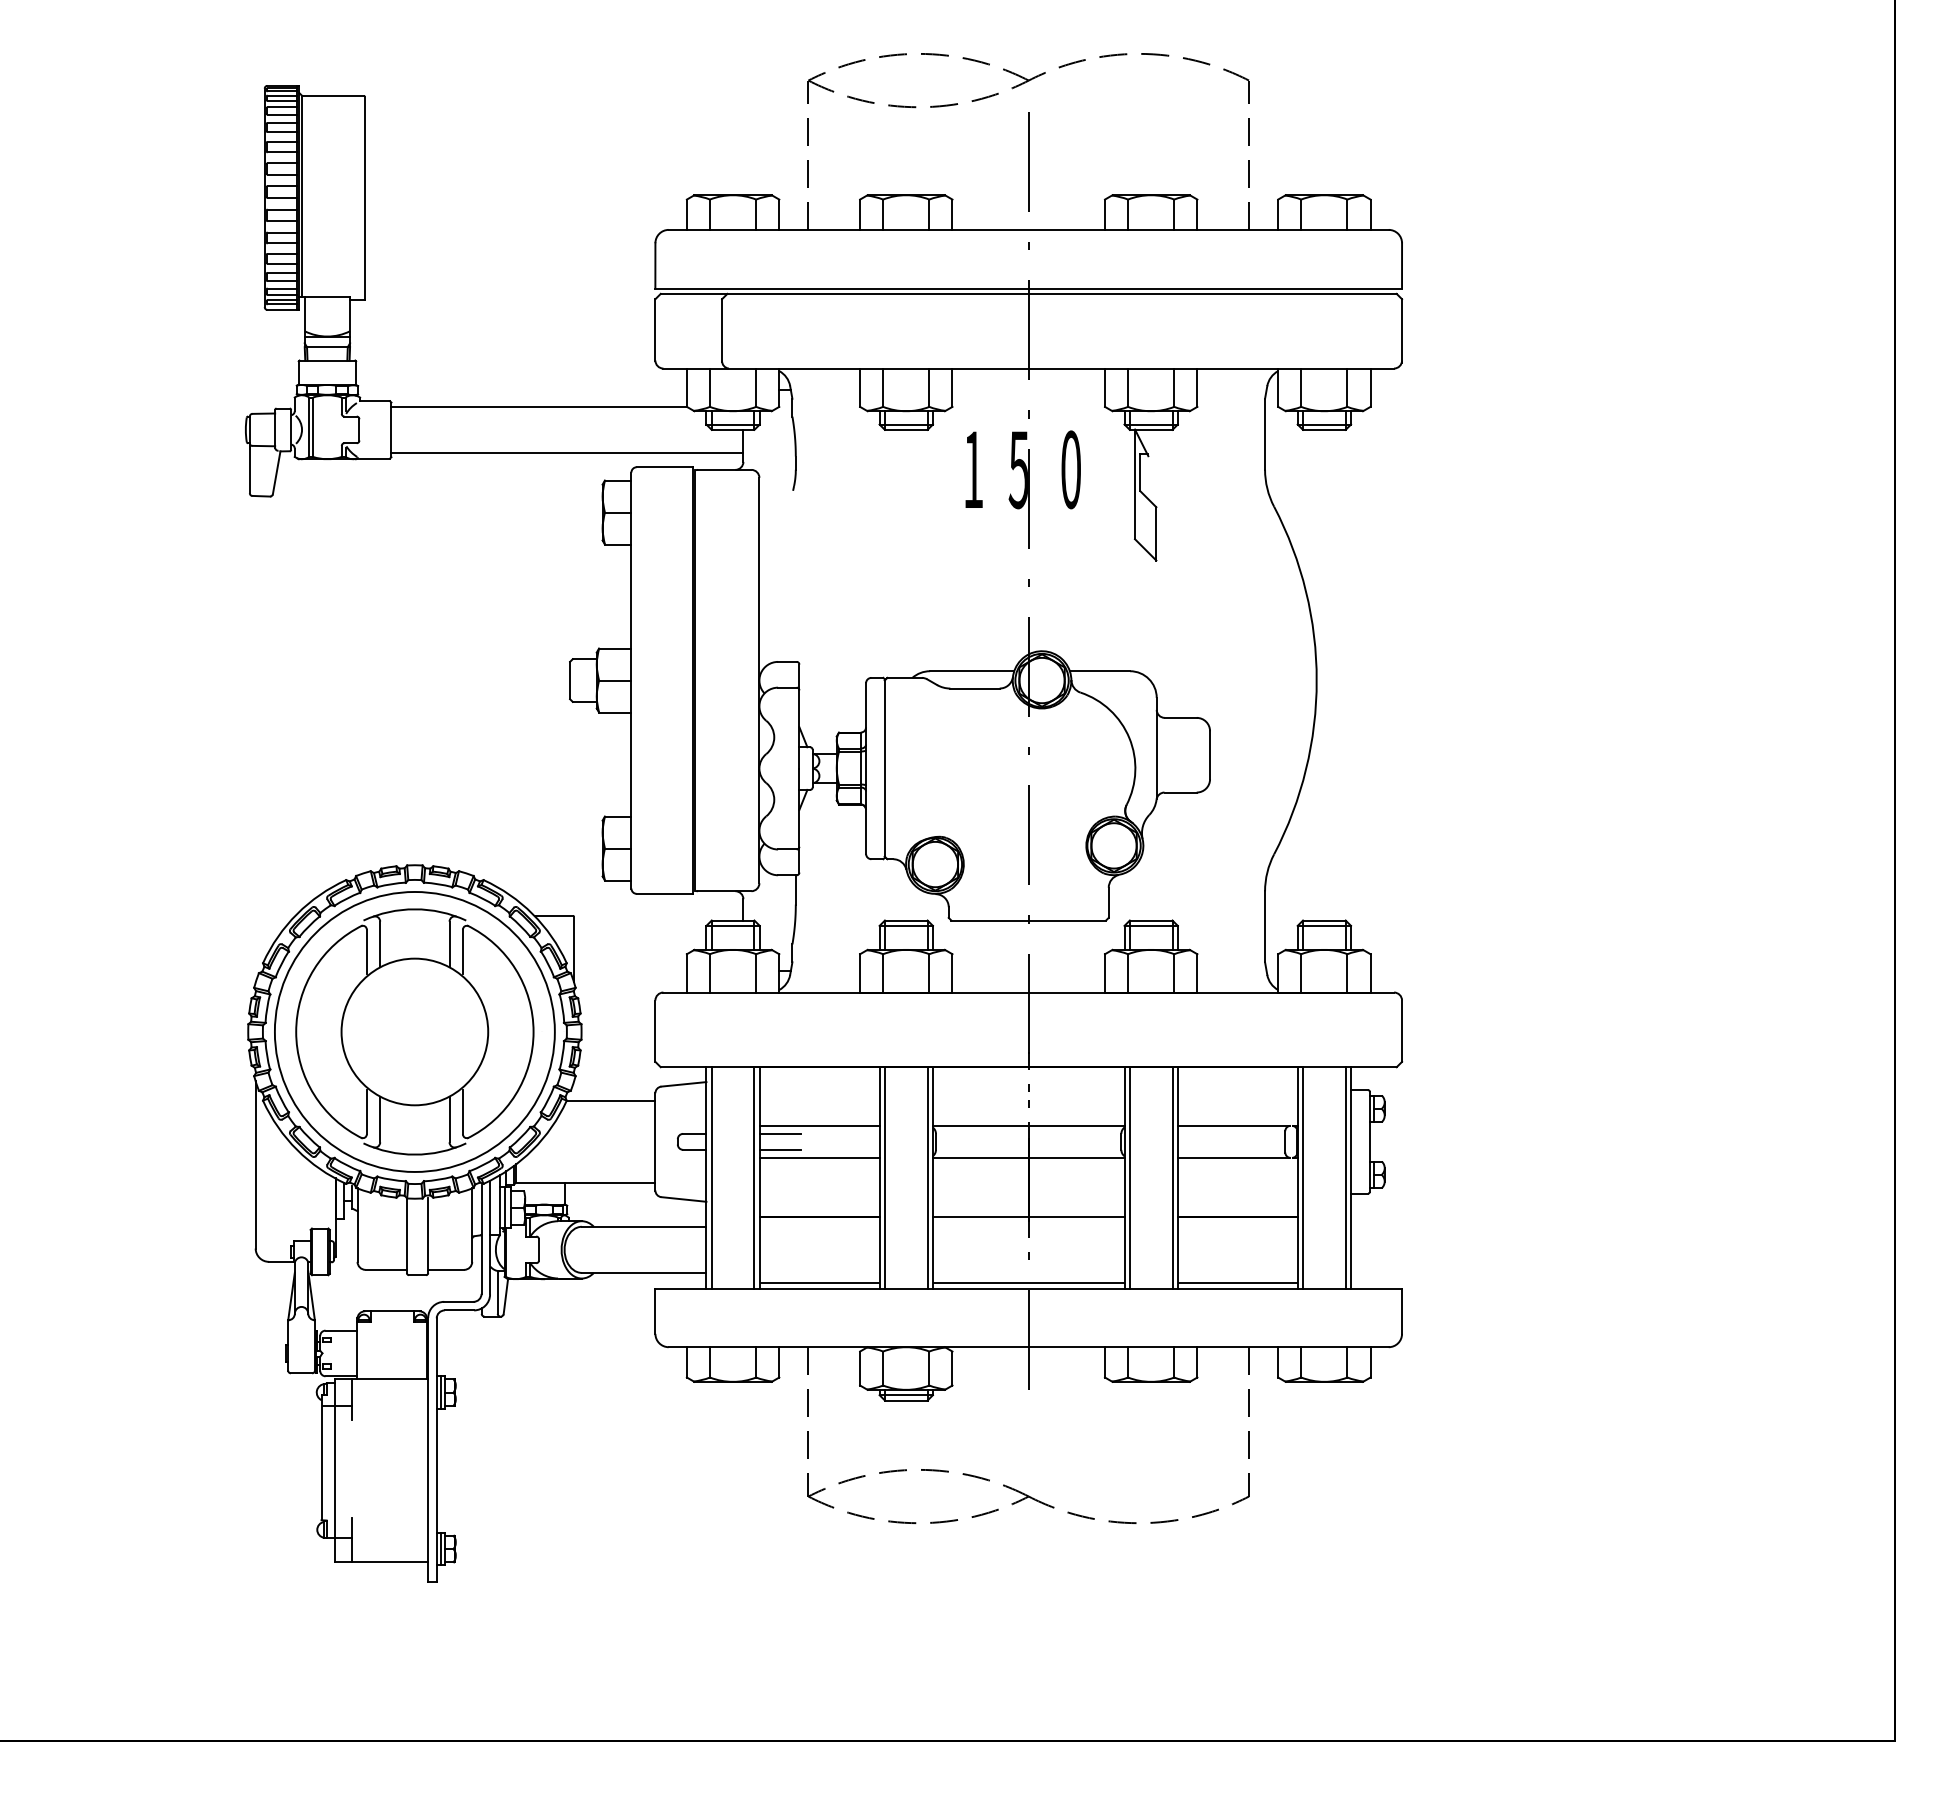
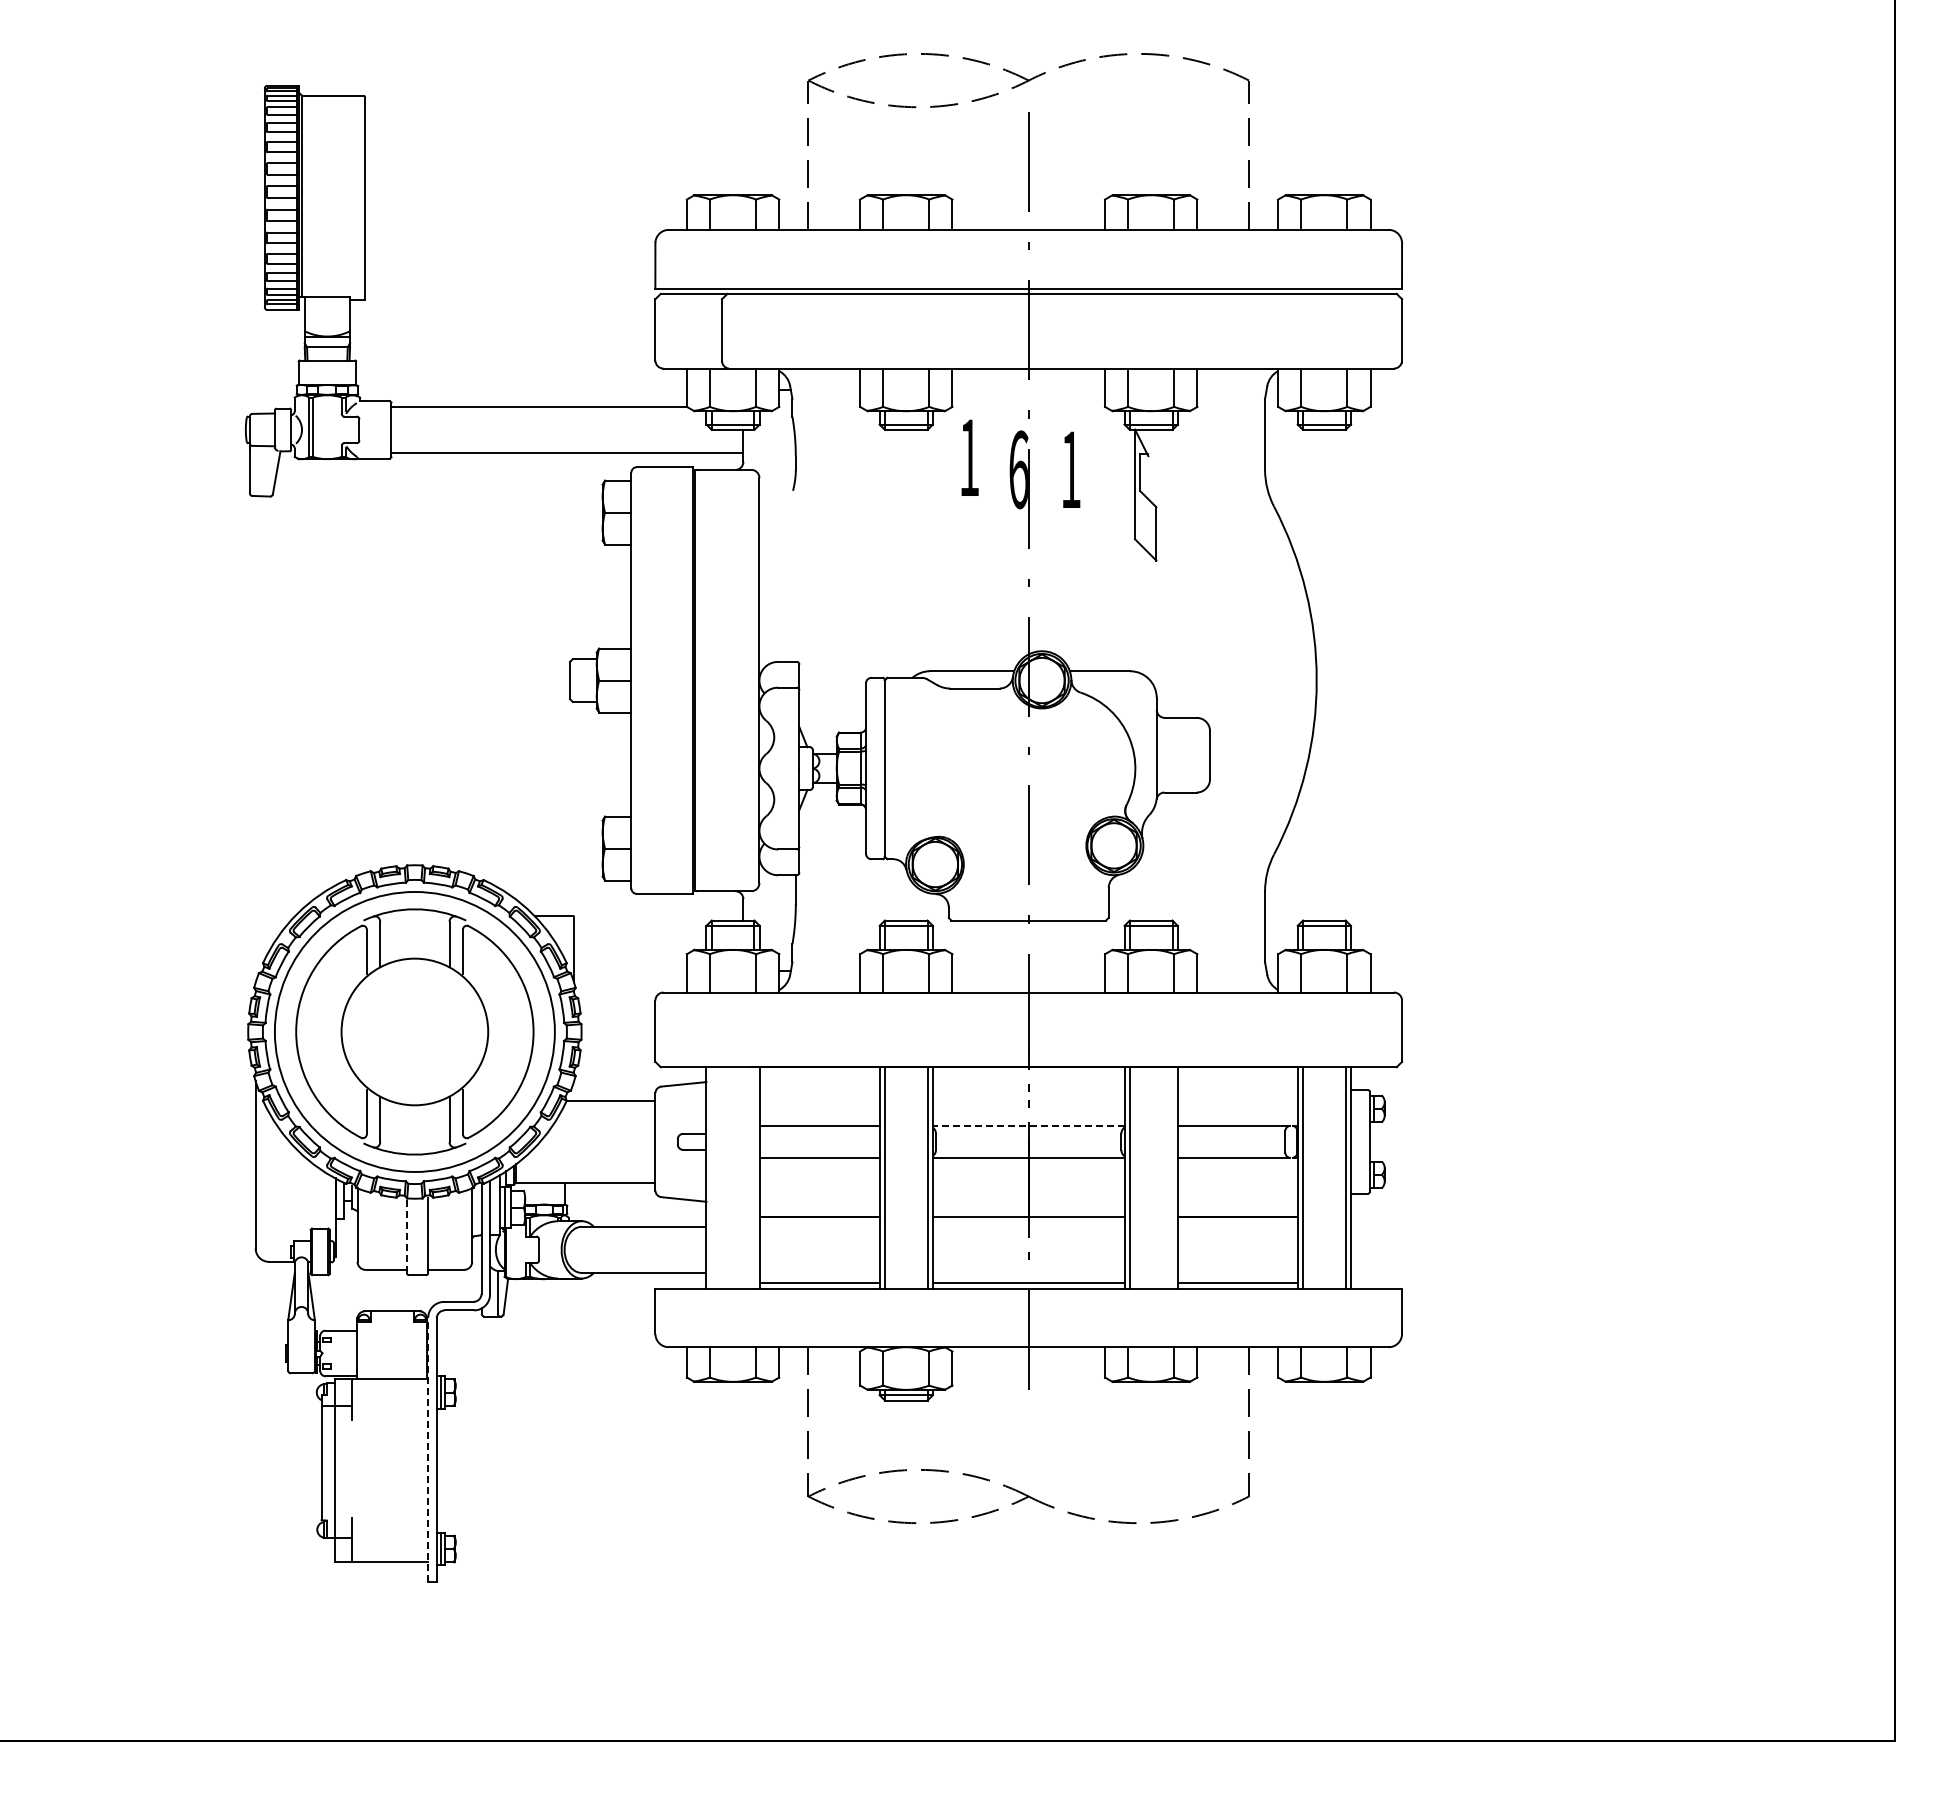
text at (973, 469) position: (973, 469) -> (969, 457)
text at (1018, 469): 5 -> 6
text at (1070, 469): 0 -> 1
line at (1028, 1125): solid -> dashed
line at (779, 1133): present -> none
line at (779, 1149): present -> none
line at (711, 1177): present -> none
line at (754, 1177): present -> none
line at (1172, 1177): present -> none
line at (406, 1235): solid -> dashed
line at (428, 1449): solid -> dashed
